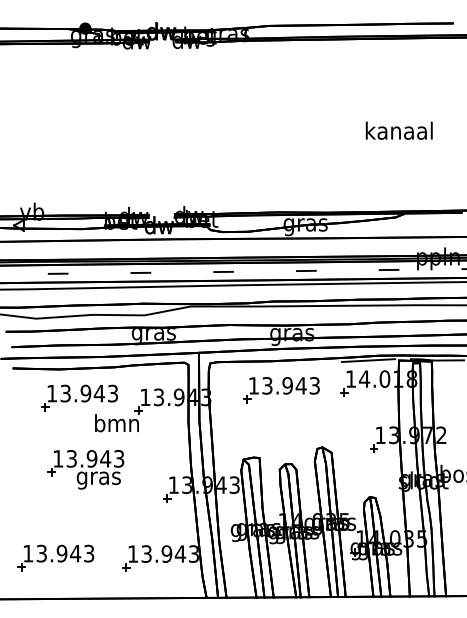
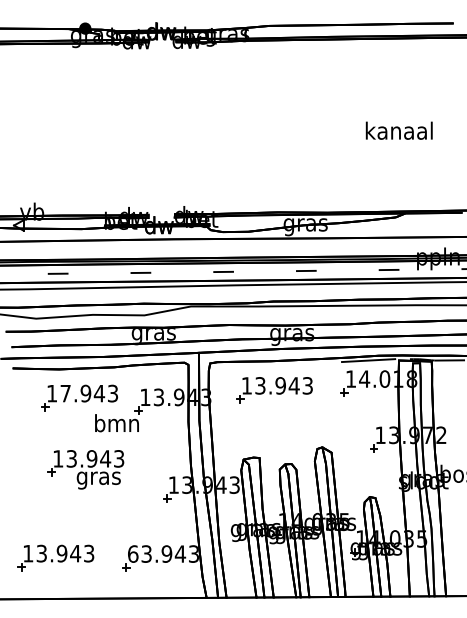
part at (281, 390) position: (281, 390) -> (274, 390)
text at (65, 393): 13.943 -> 17.943
text at (133, 553): 13.943 -> 63.943
